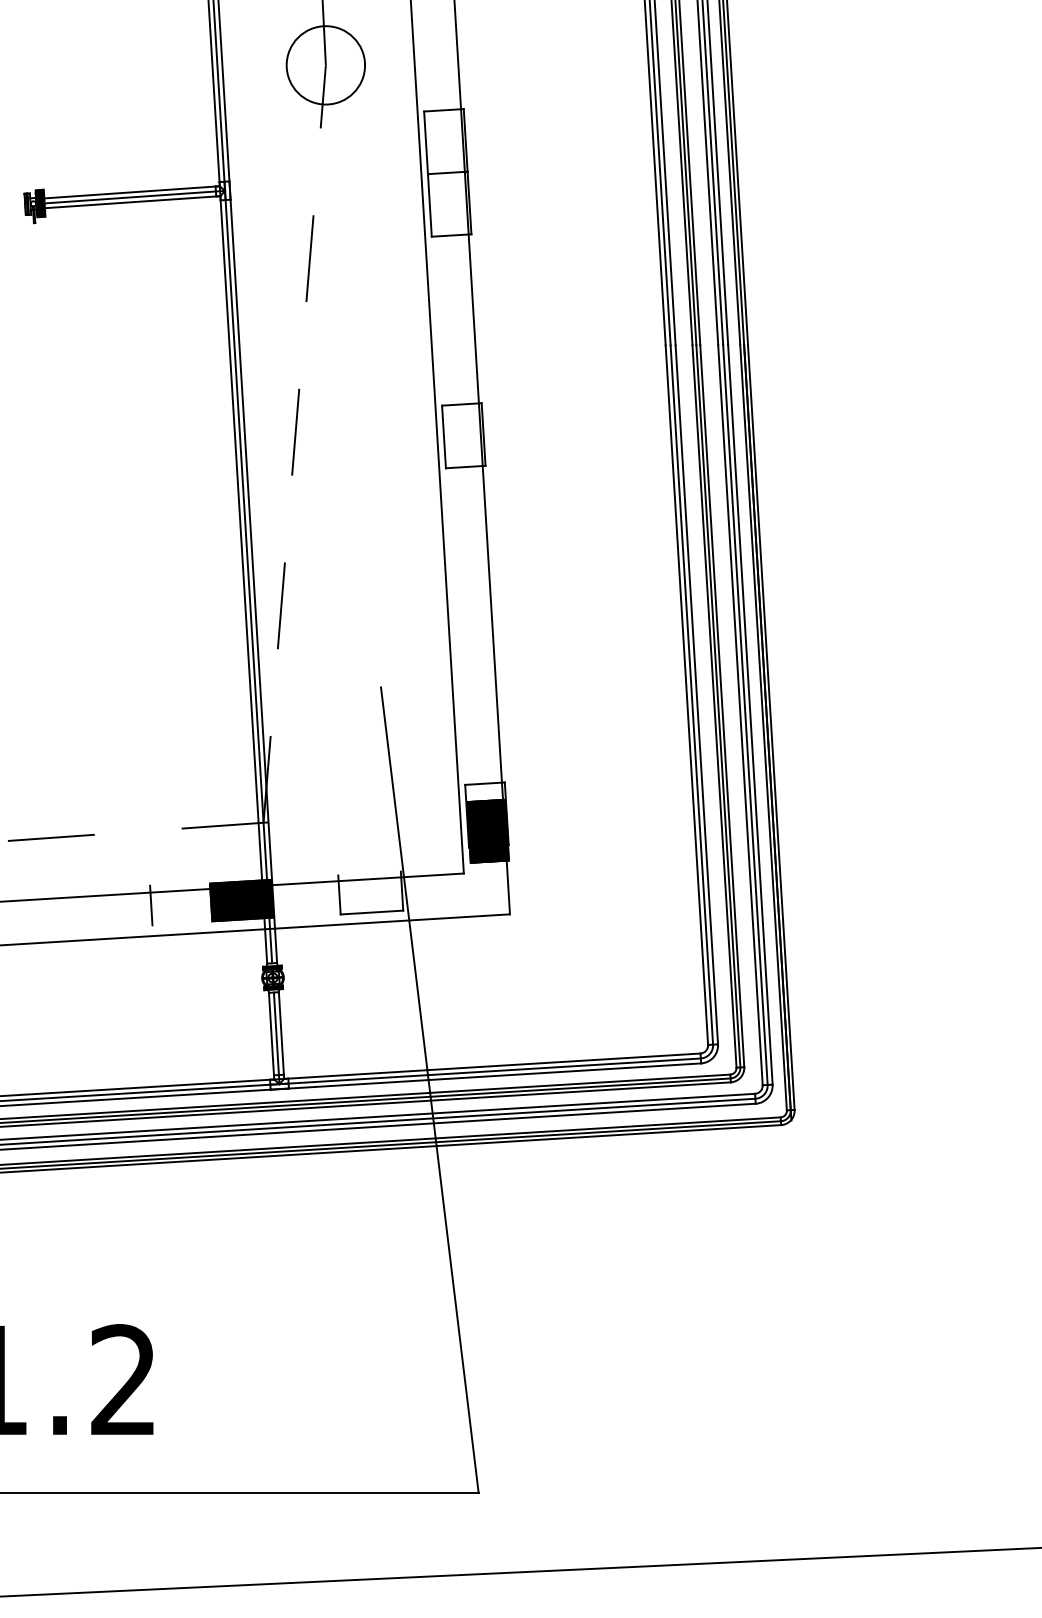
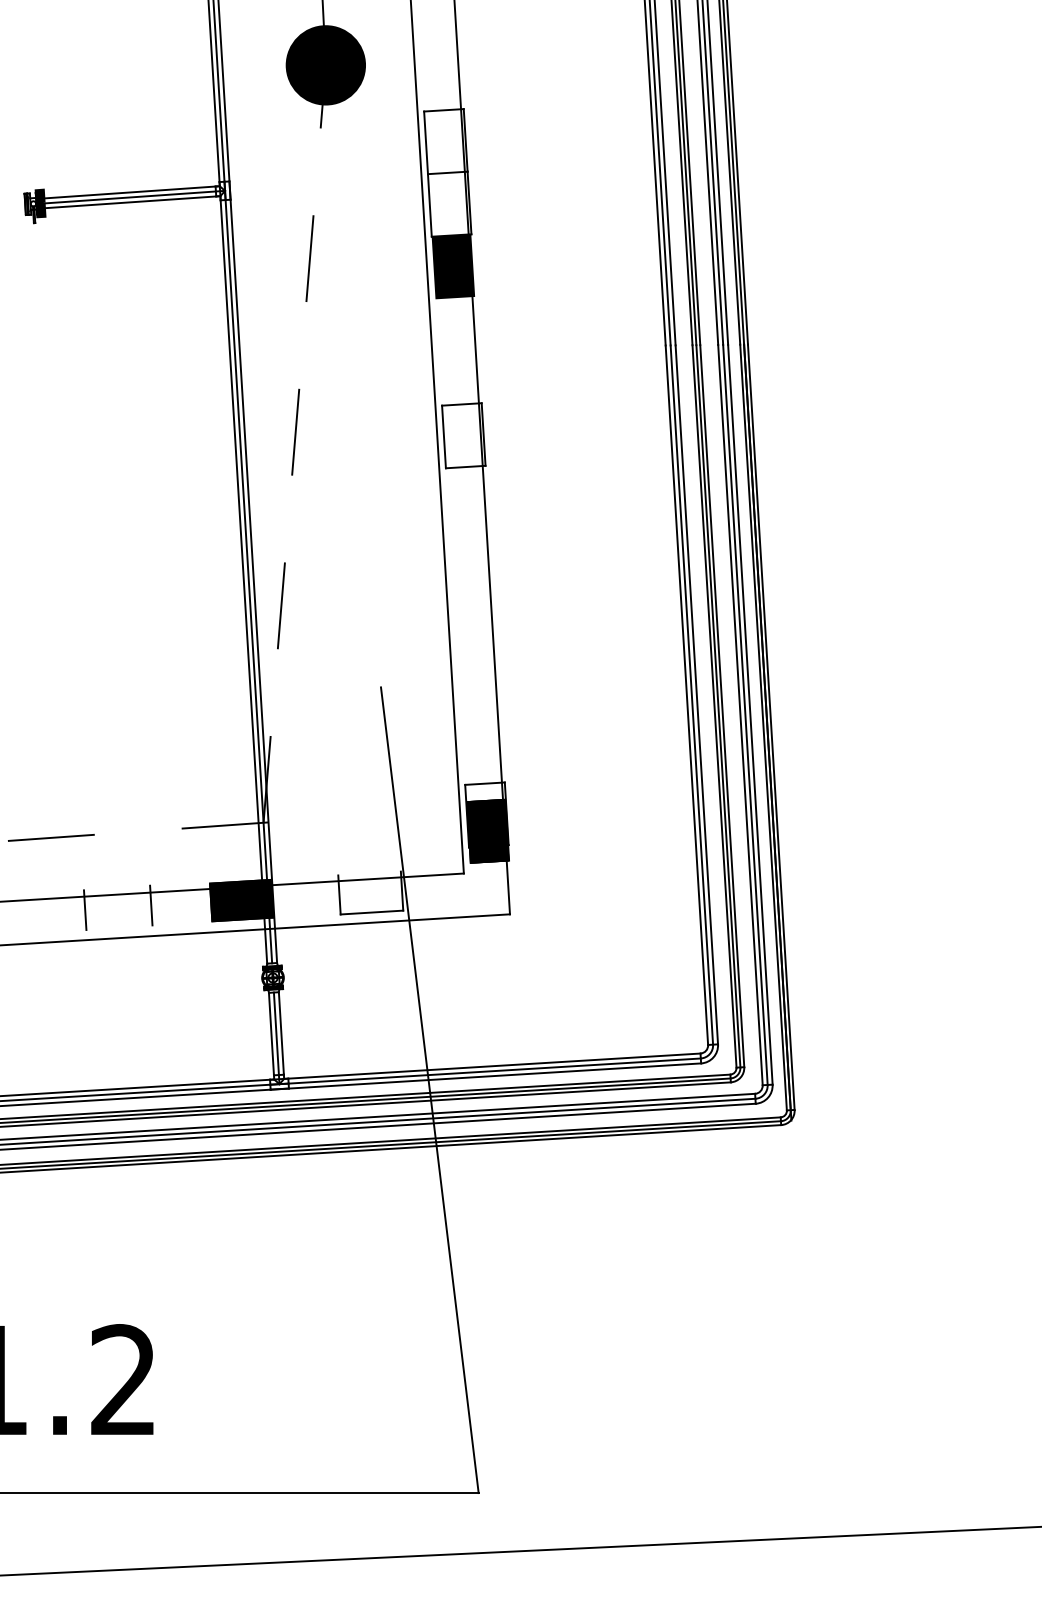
fill at (325, 65): none -> present
fill at (453, 266): none -> present
line at (84, 909): none -> present
line at (520, 1572) position: (520, 1572) -> (520, 1551)
